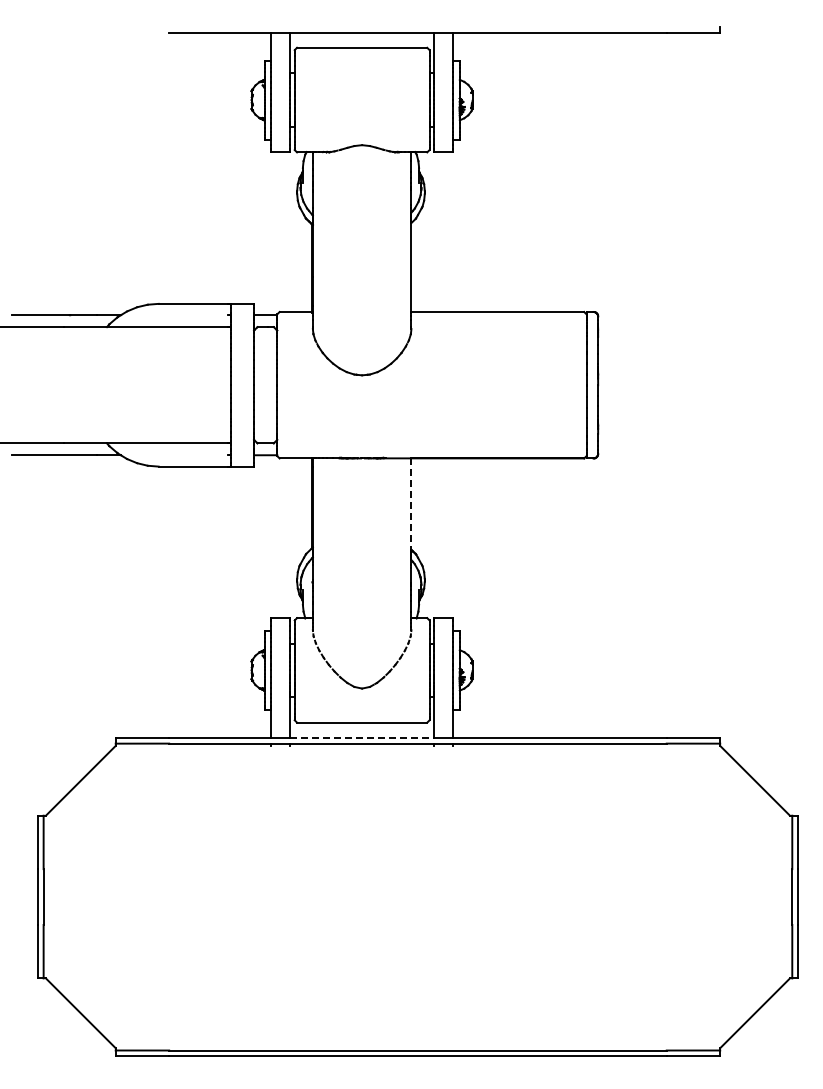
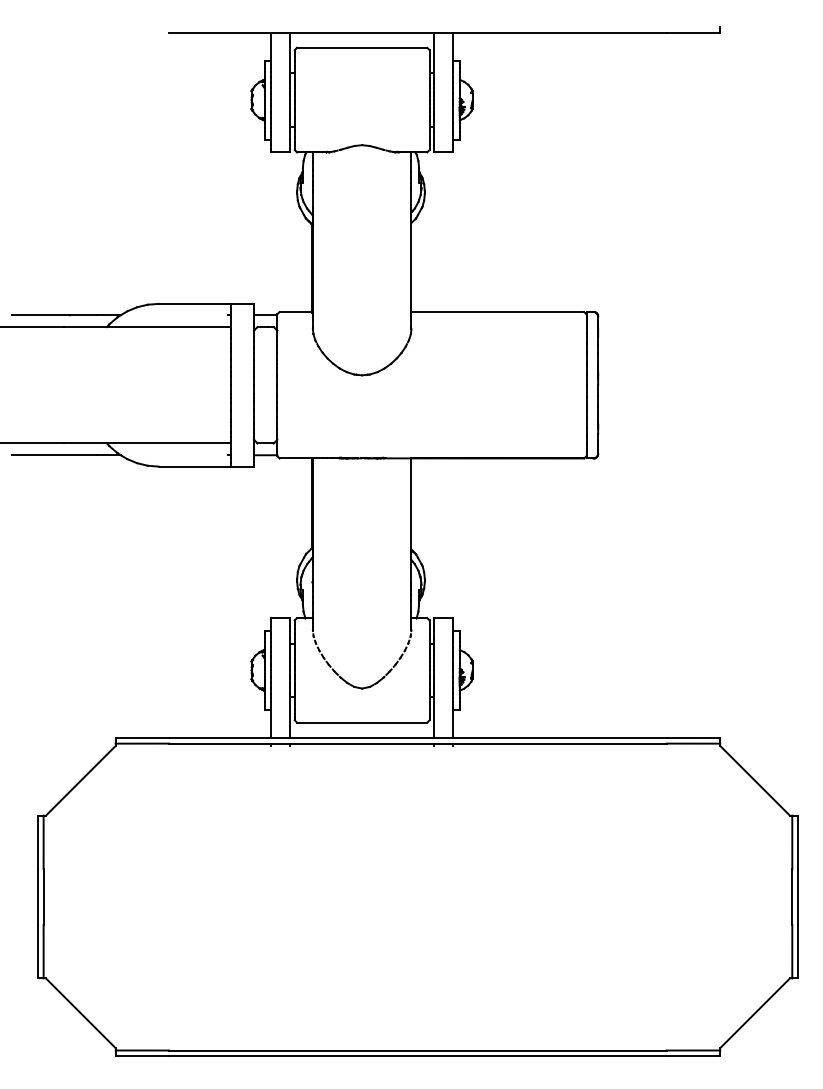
line at (411, 504): dashed -> solid
line at (362, 737): dashed -> solid
